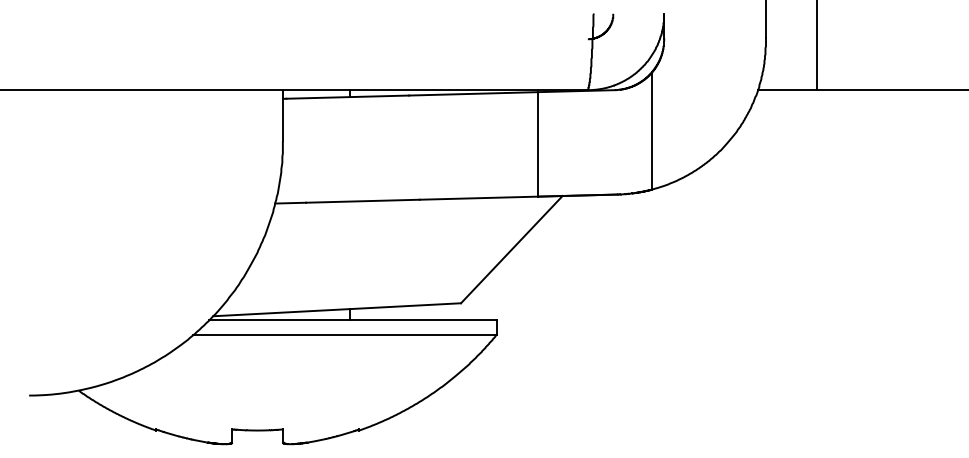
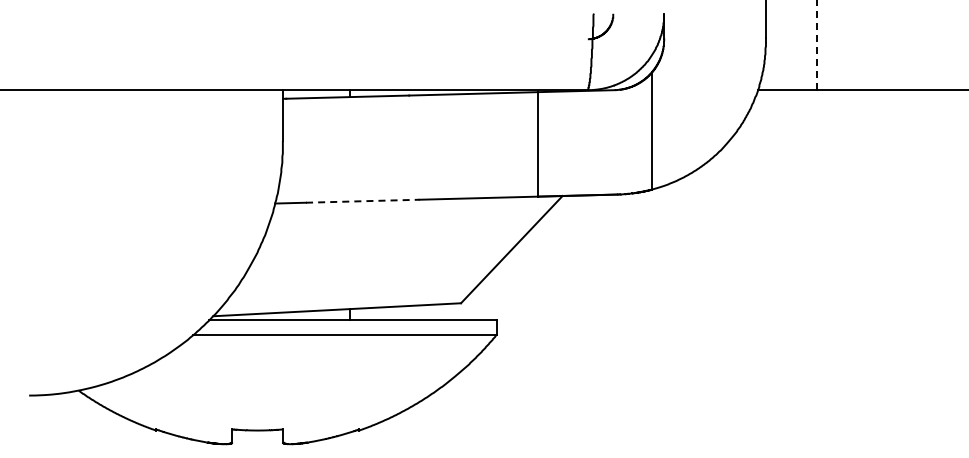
line at (816, 45): solid -> dashed
line at (362, 201): solid -> dashed
